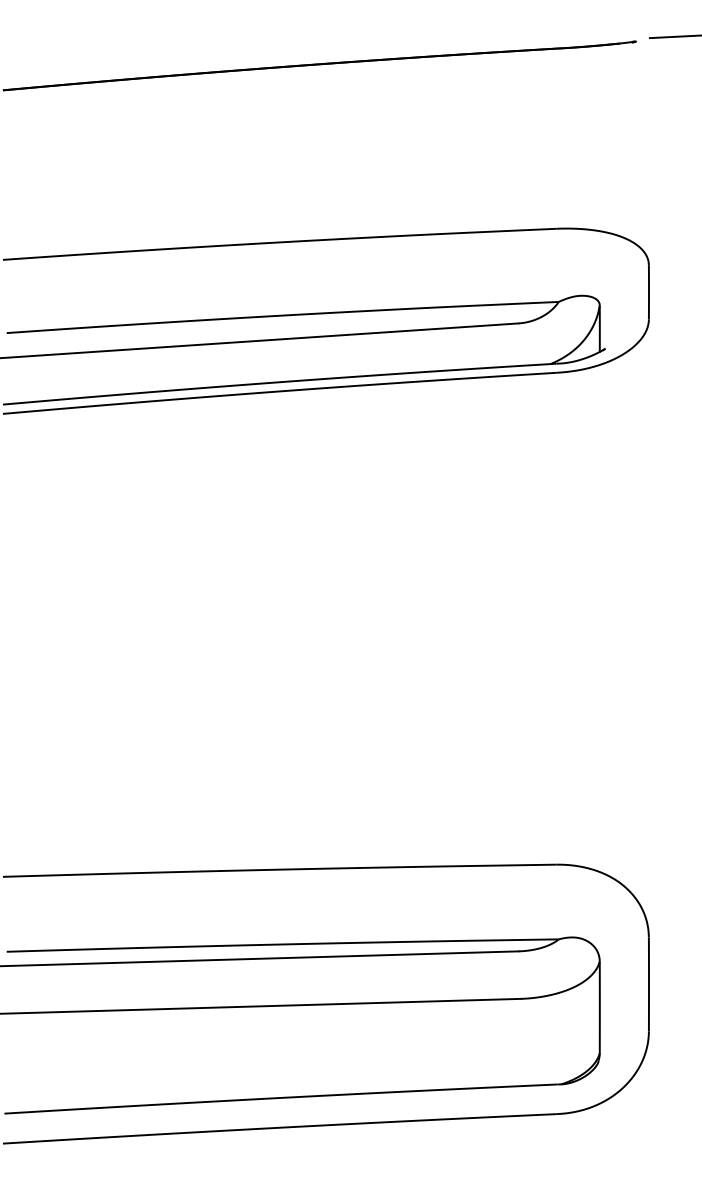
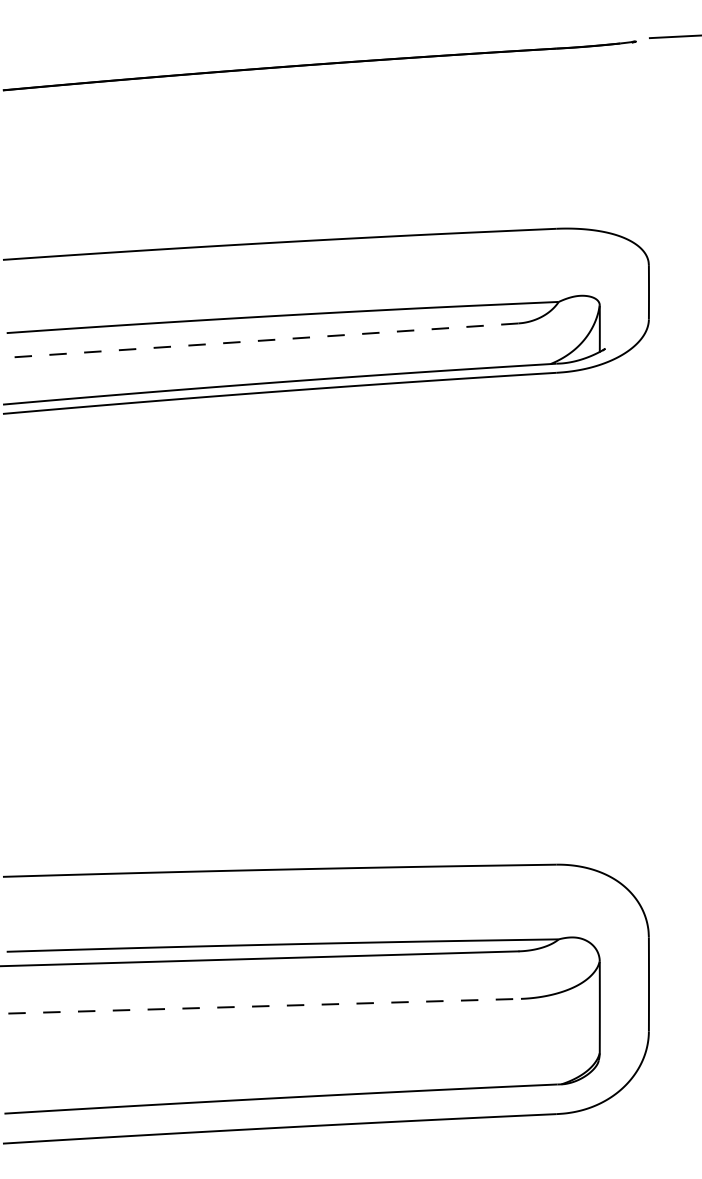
line at (259, 340): solid -> dashed
line at (261, 1006): solid -> dashed
